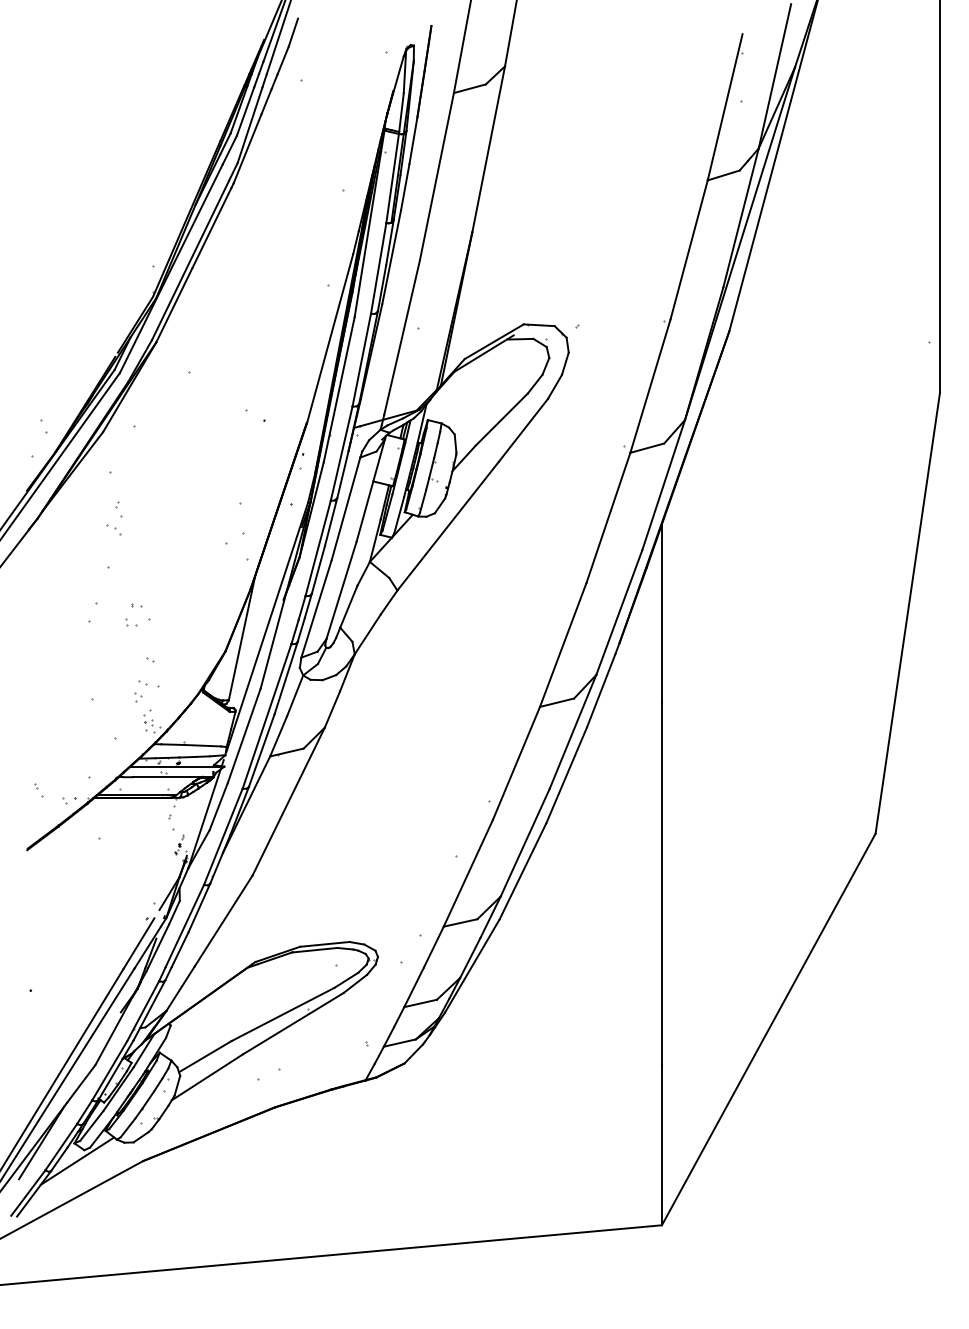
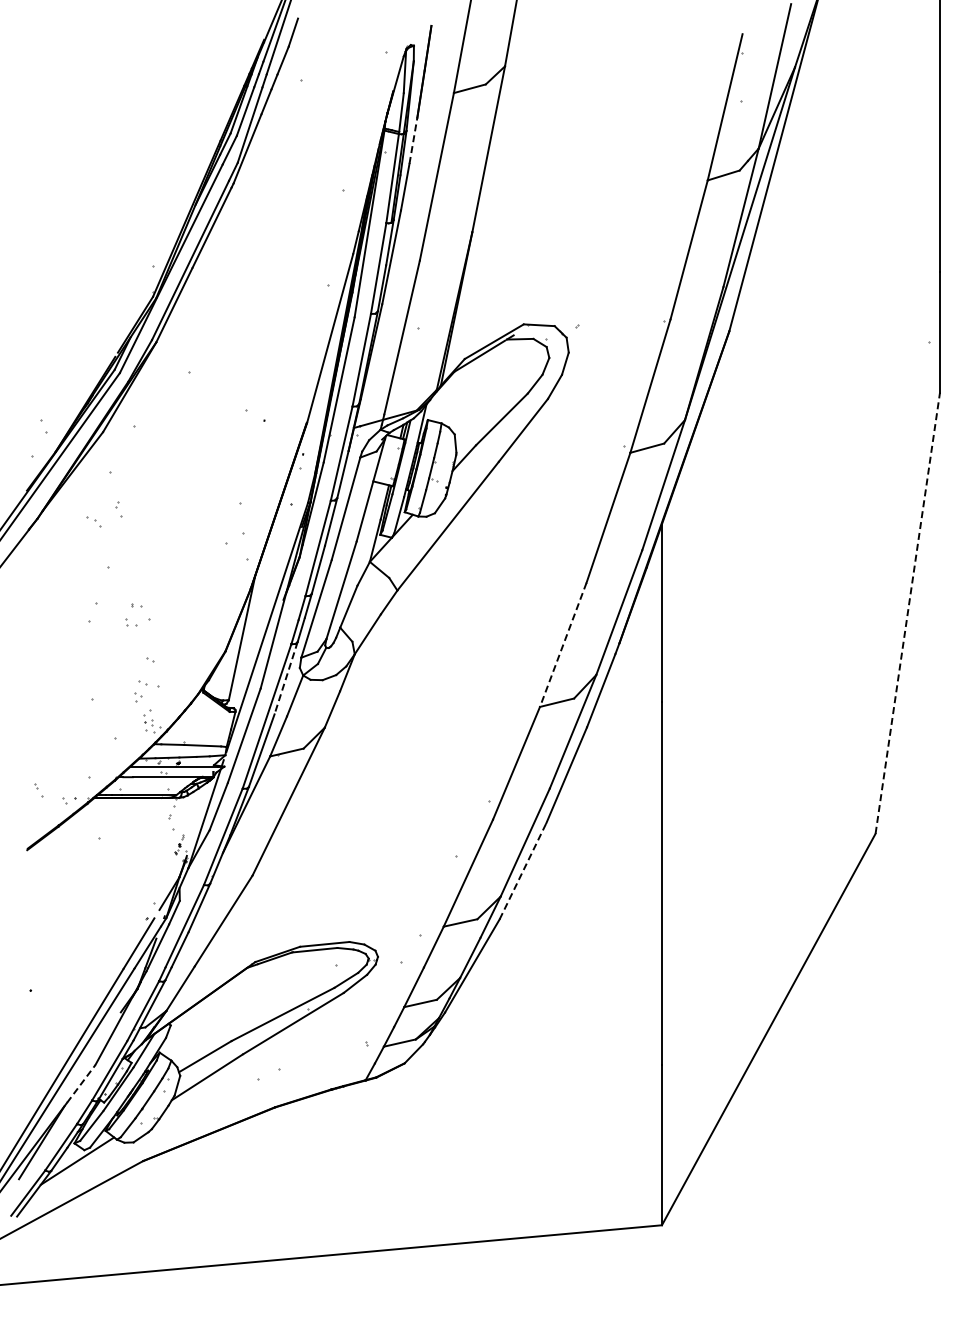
line at (413, 140): solid -> dashed
part at (113, 529) position: (113, 529) -> (93, 521)
line at (907, 613): solid -> dashed
line at (563, 645): solid -> dashed
line at (285, 678): solid -> dashed
line at (523, 870): solid -> dashed
line at (81, 1083): solid -> dashed
